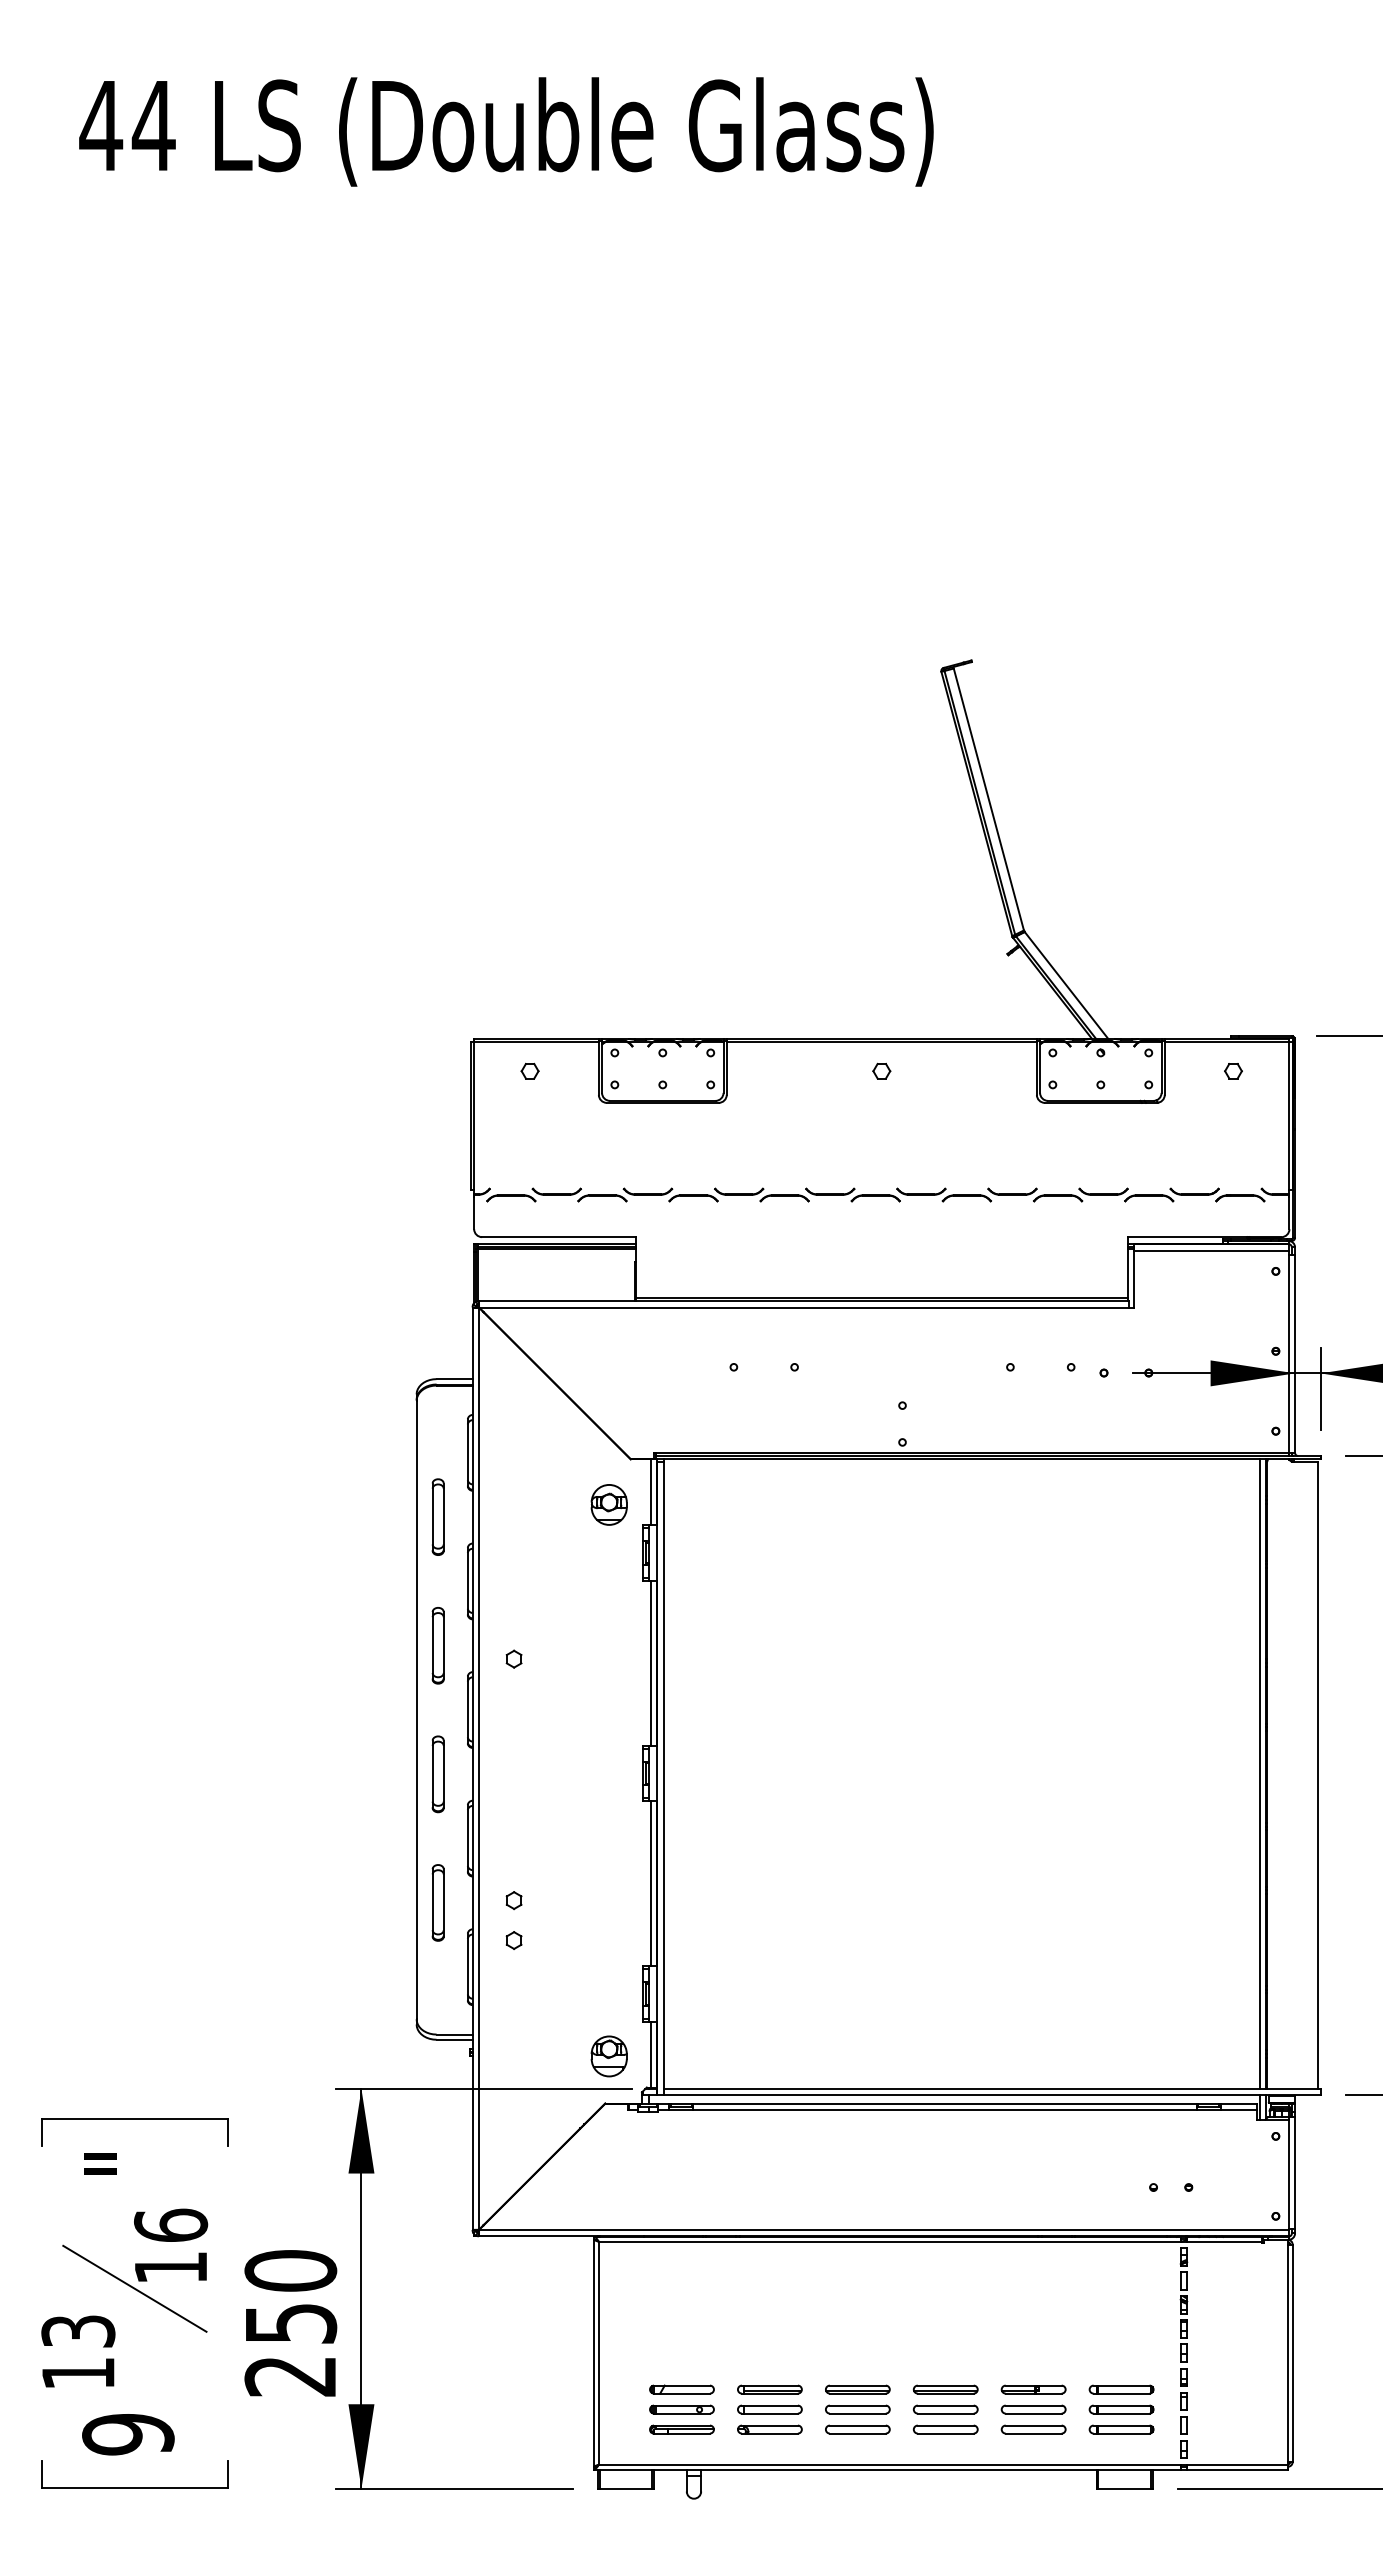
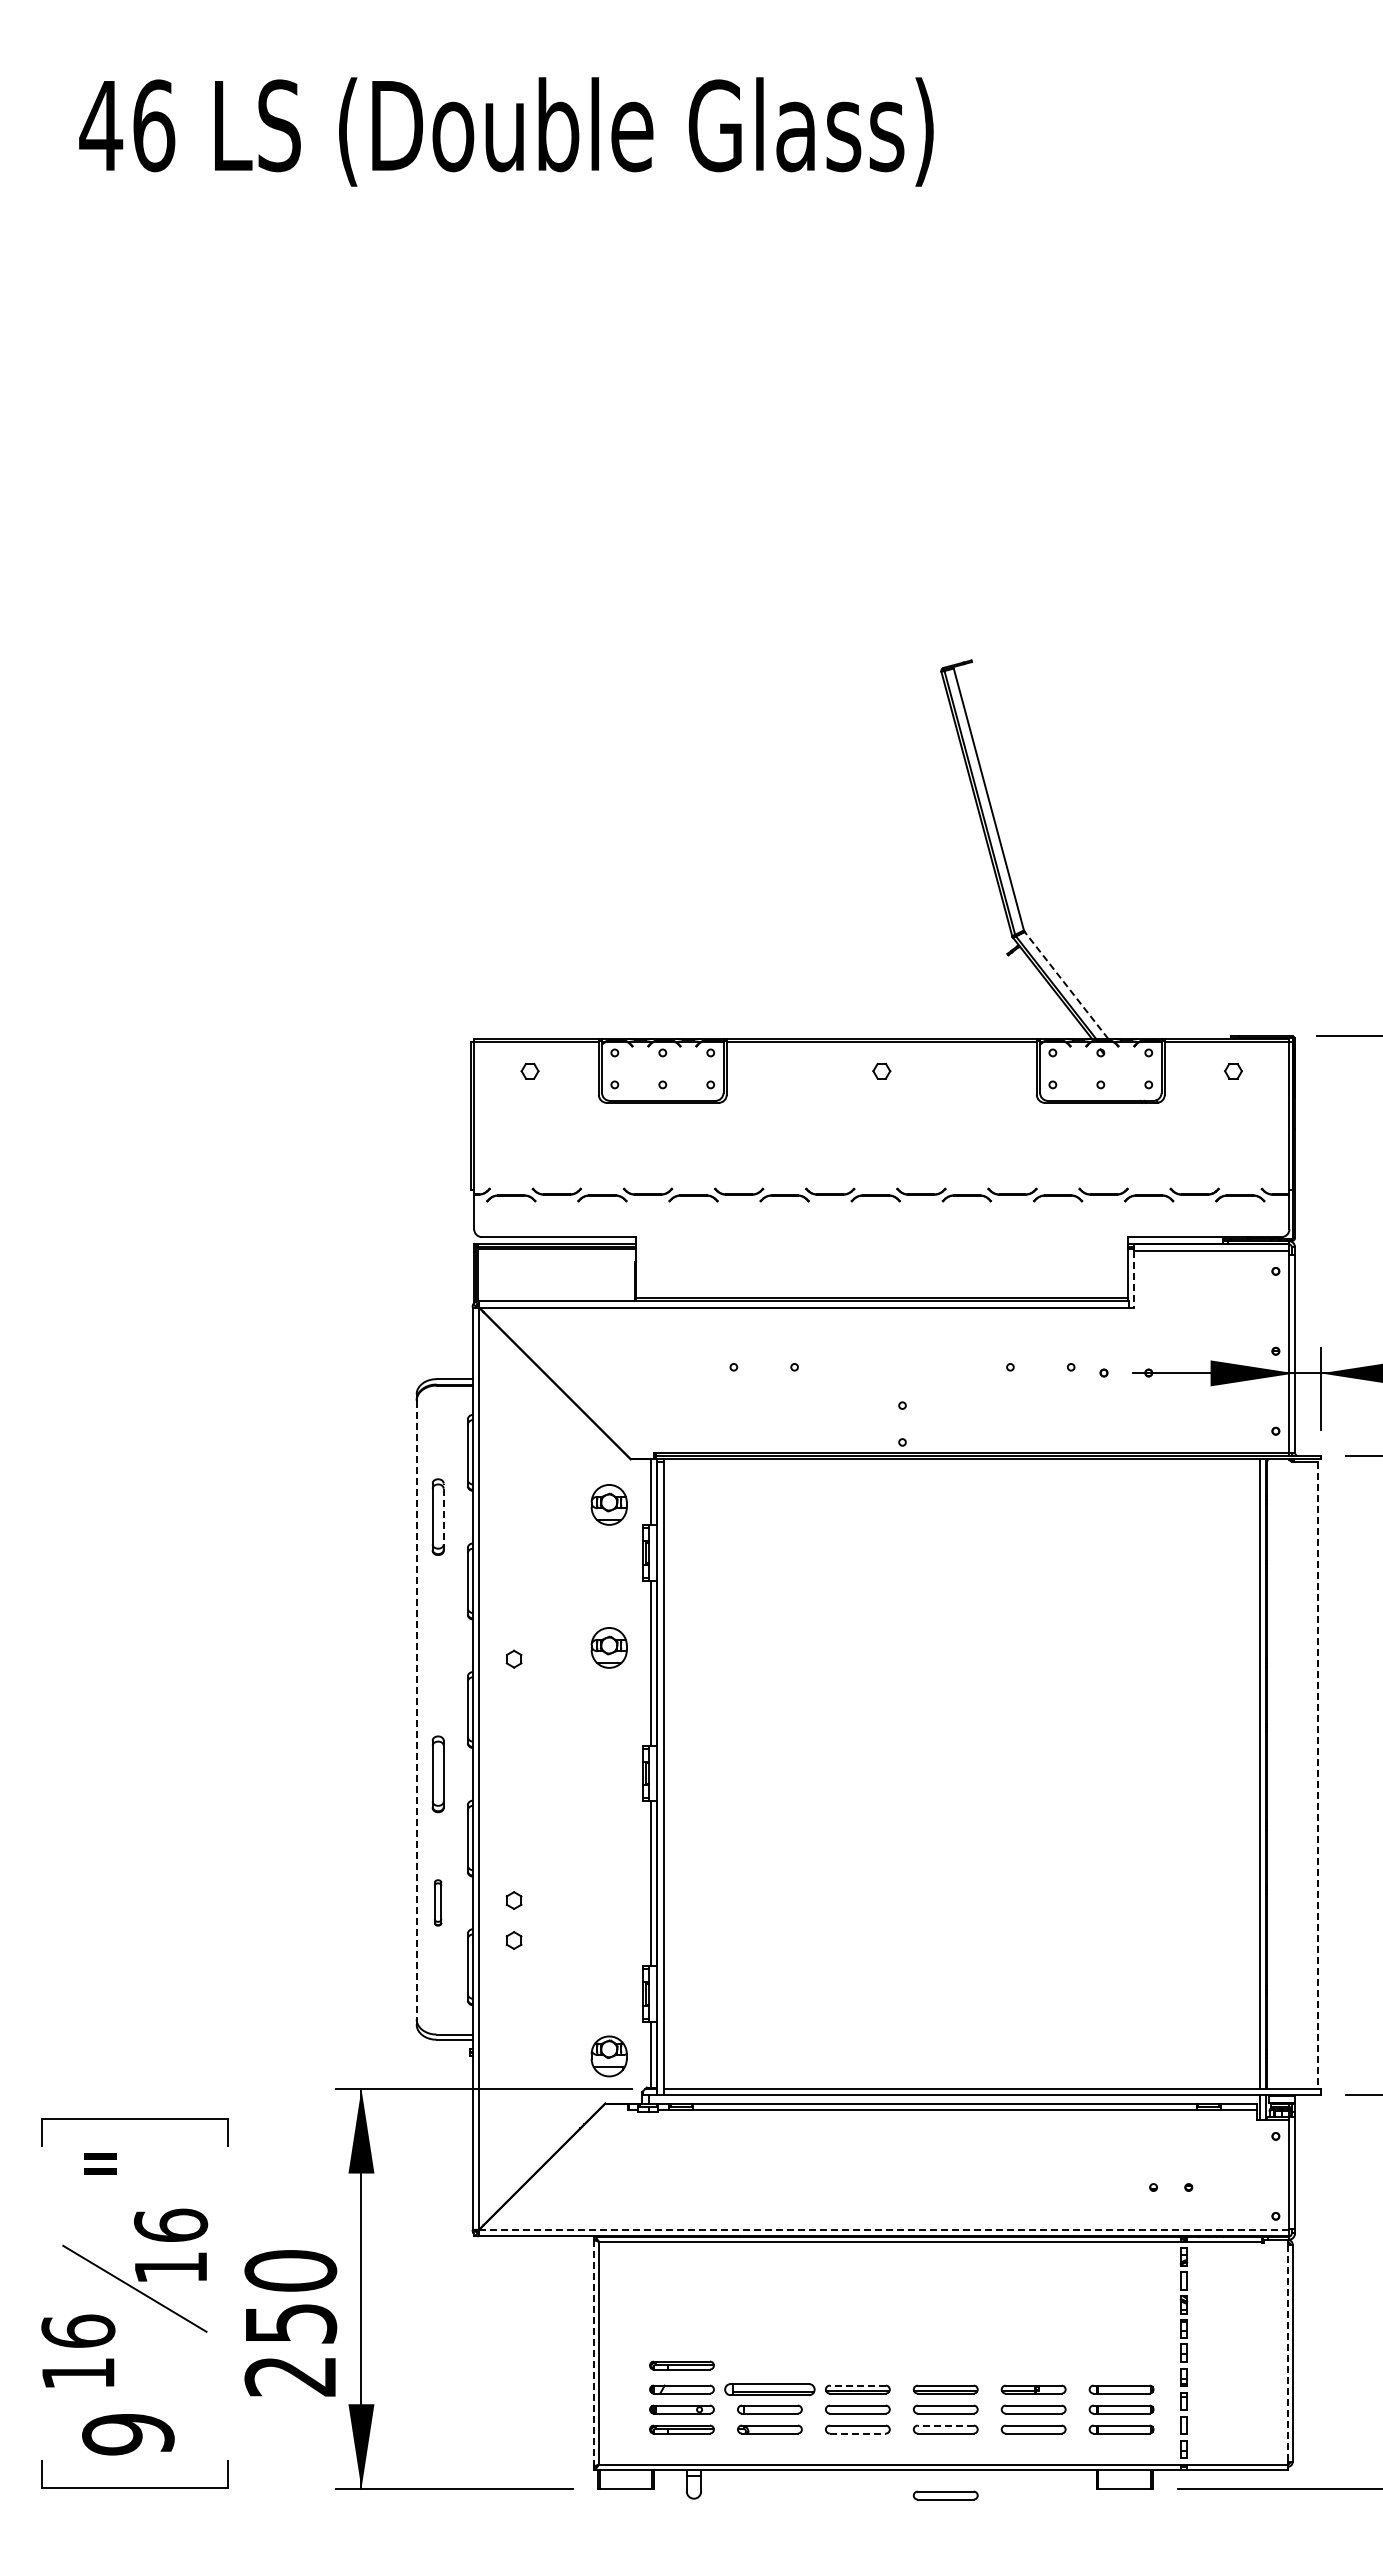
text at (153, 125): 44 -> 46
line at (1066, 985): solid -> dashed
line at (1133, 1279): solid -> dashed
line at (443, 1517): solid -> dashed
part at (437, 1645): present -> none
part at (608, 1647): none -> present
line at (416, 1710): solid -> dashed
line at (1318, 1775): solid -> dashed
part at (437, 1902) size: 14x78 px -> 9x48 px
line at (883, 2229): solid -> dashed
text at (78, 2330): 13 -> 16
line at (594, 2353): solid -> dashed
line at (1287, 2353): solid -> dashed
part at (681, 2365): none -> present
line at (857, 2385): solid -> dashed
part at (769, 2389) size: 66x11 px -> 92x14 px
line at (945, 2425): solid -> dashed
line at (857, 2433): solid -> dashed
part at (945, 2495): none -> present
